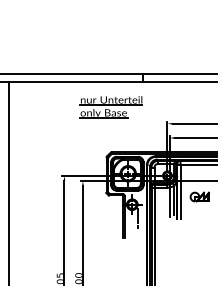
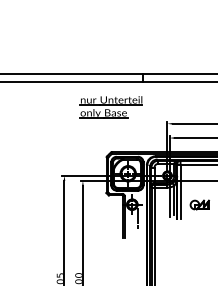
line at (9, 182): present -> none
part at (199, 196) position: (199, 196) -> (199, 204)
